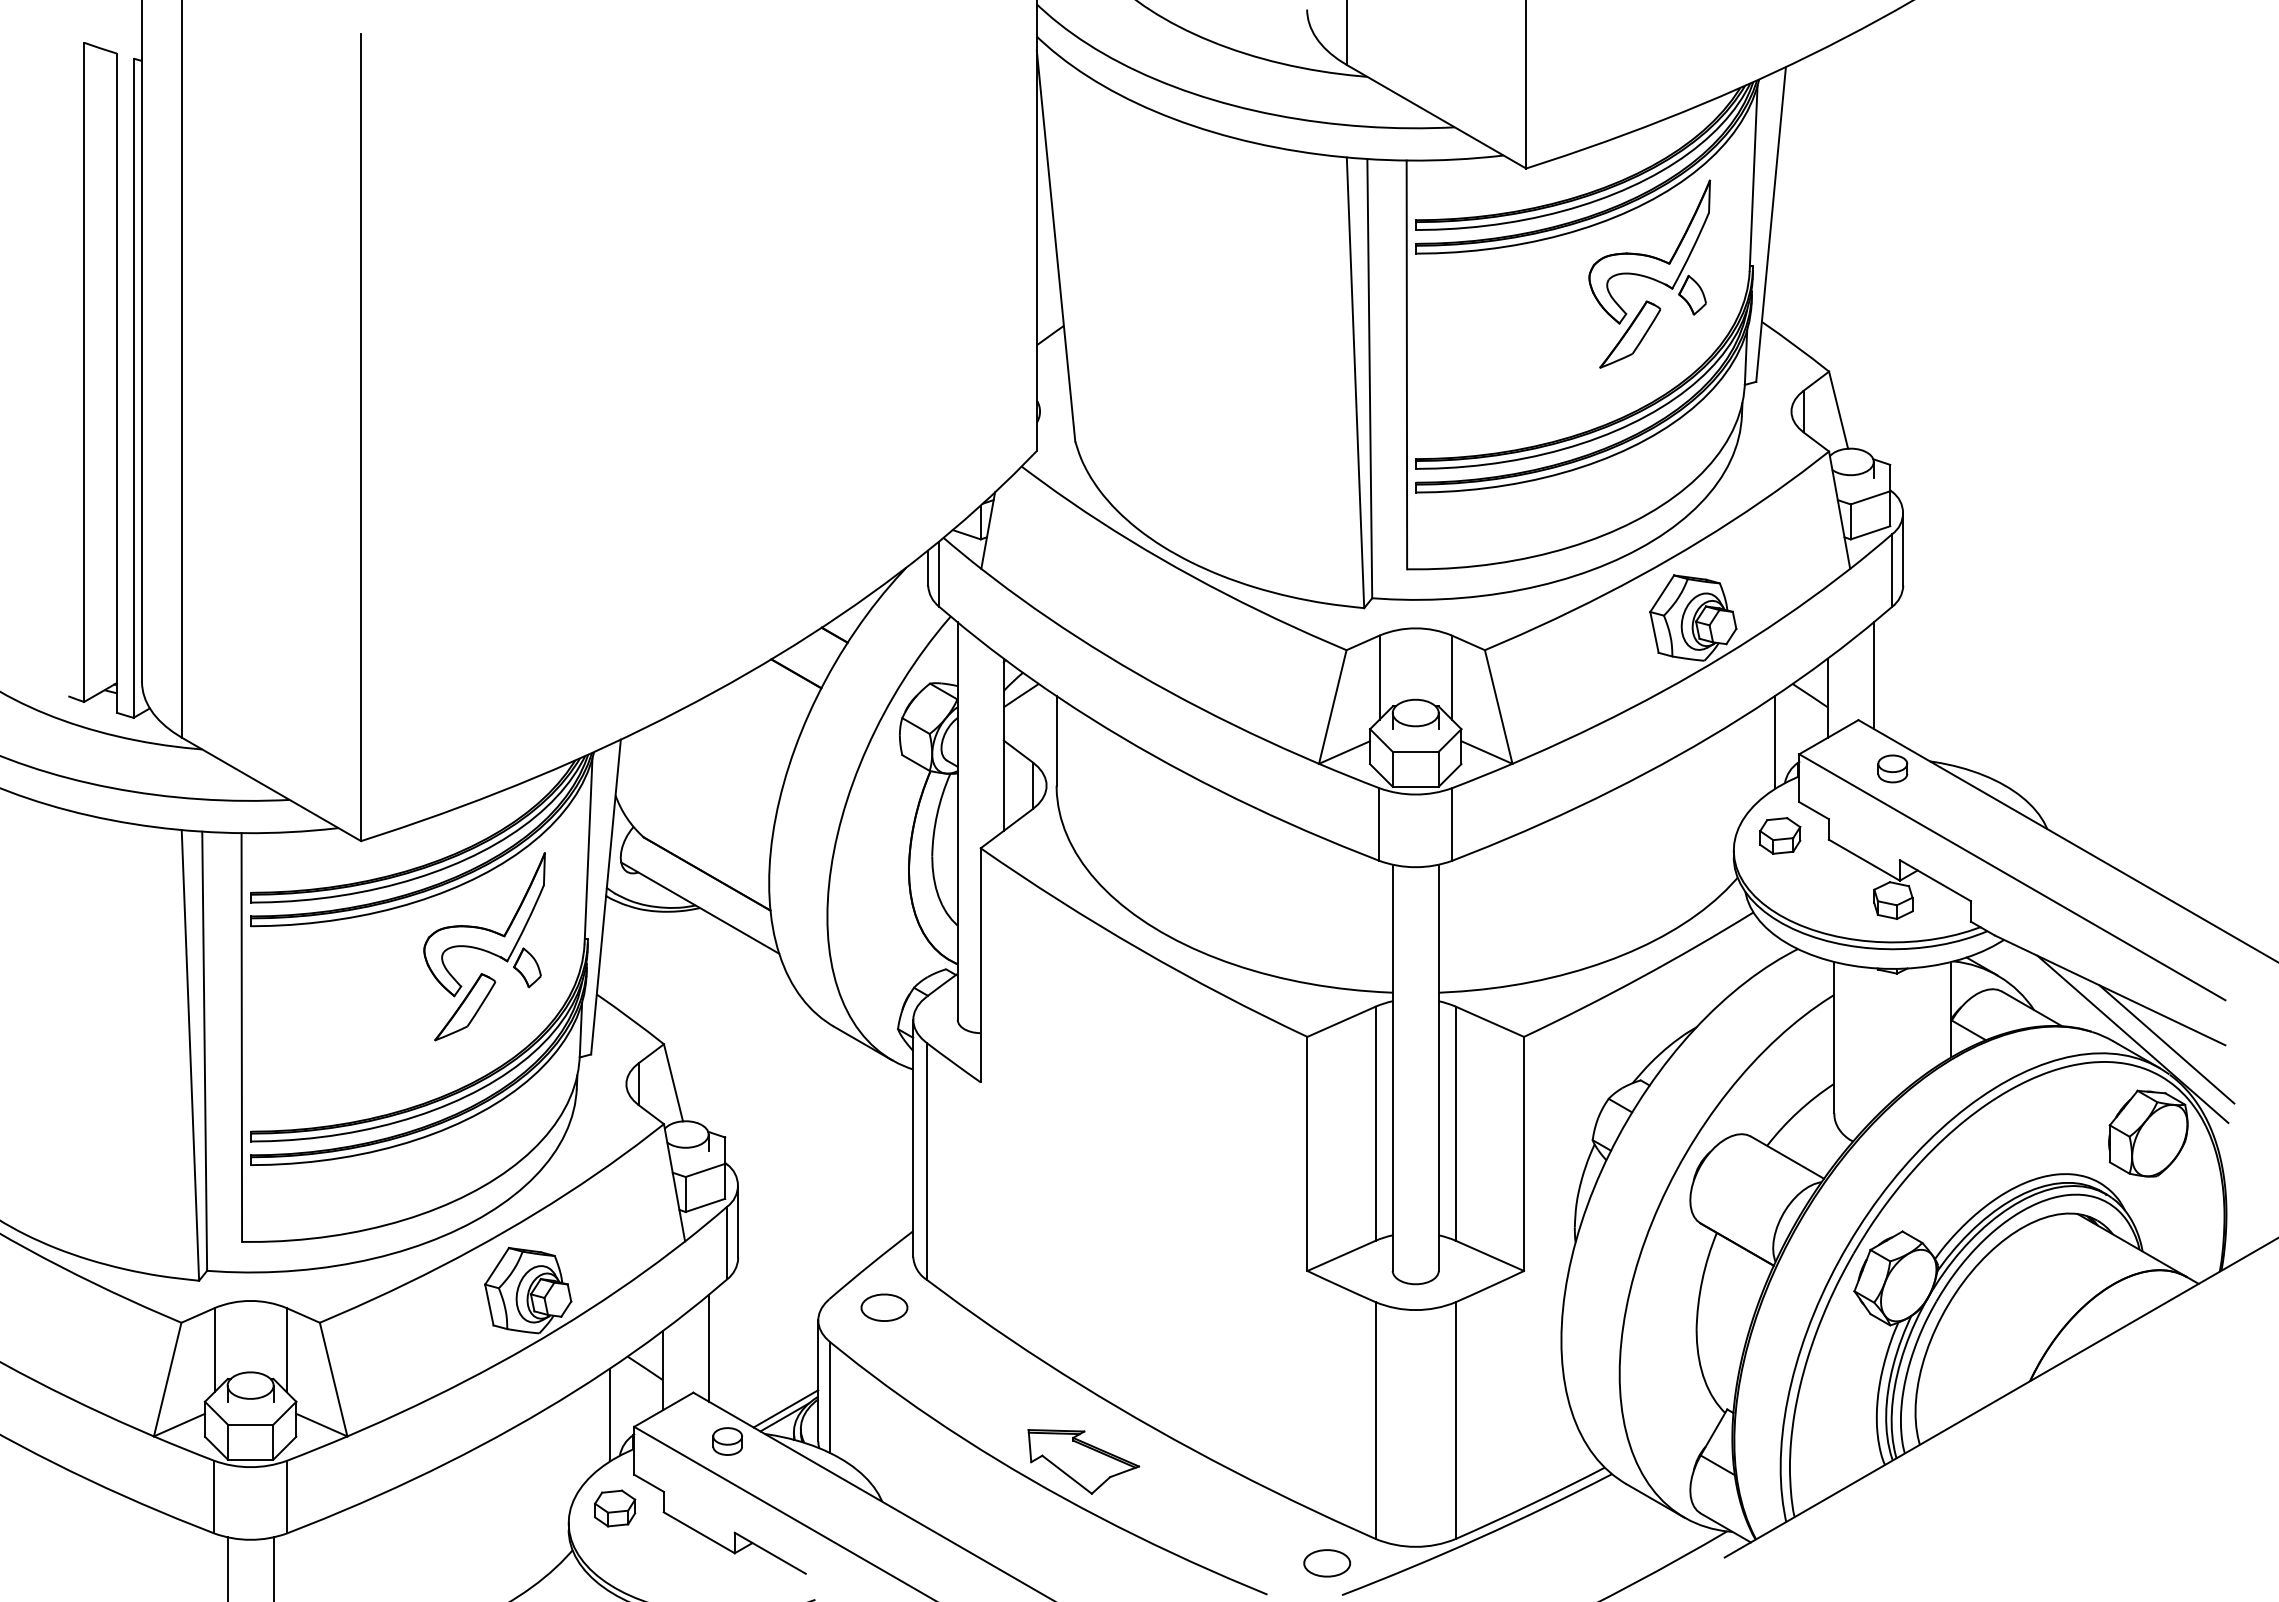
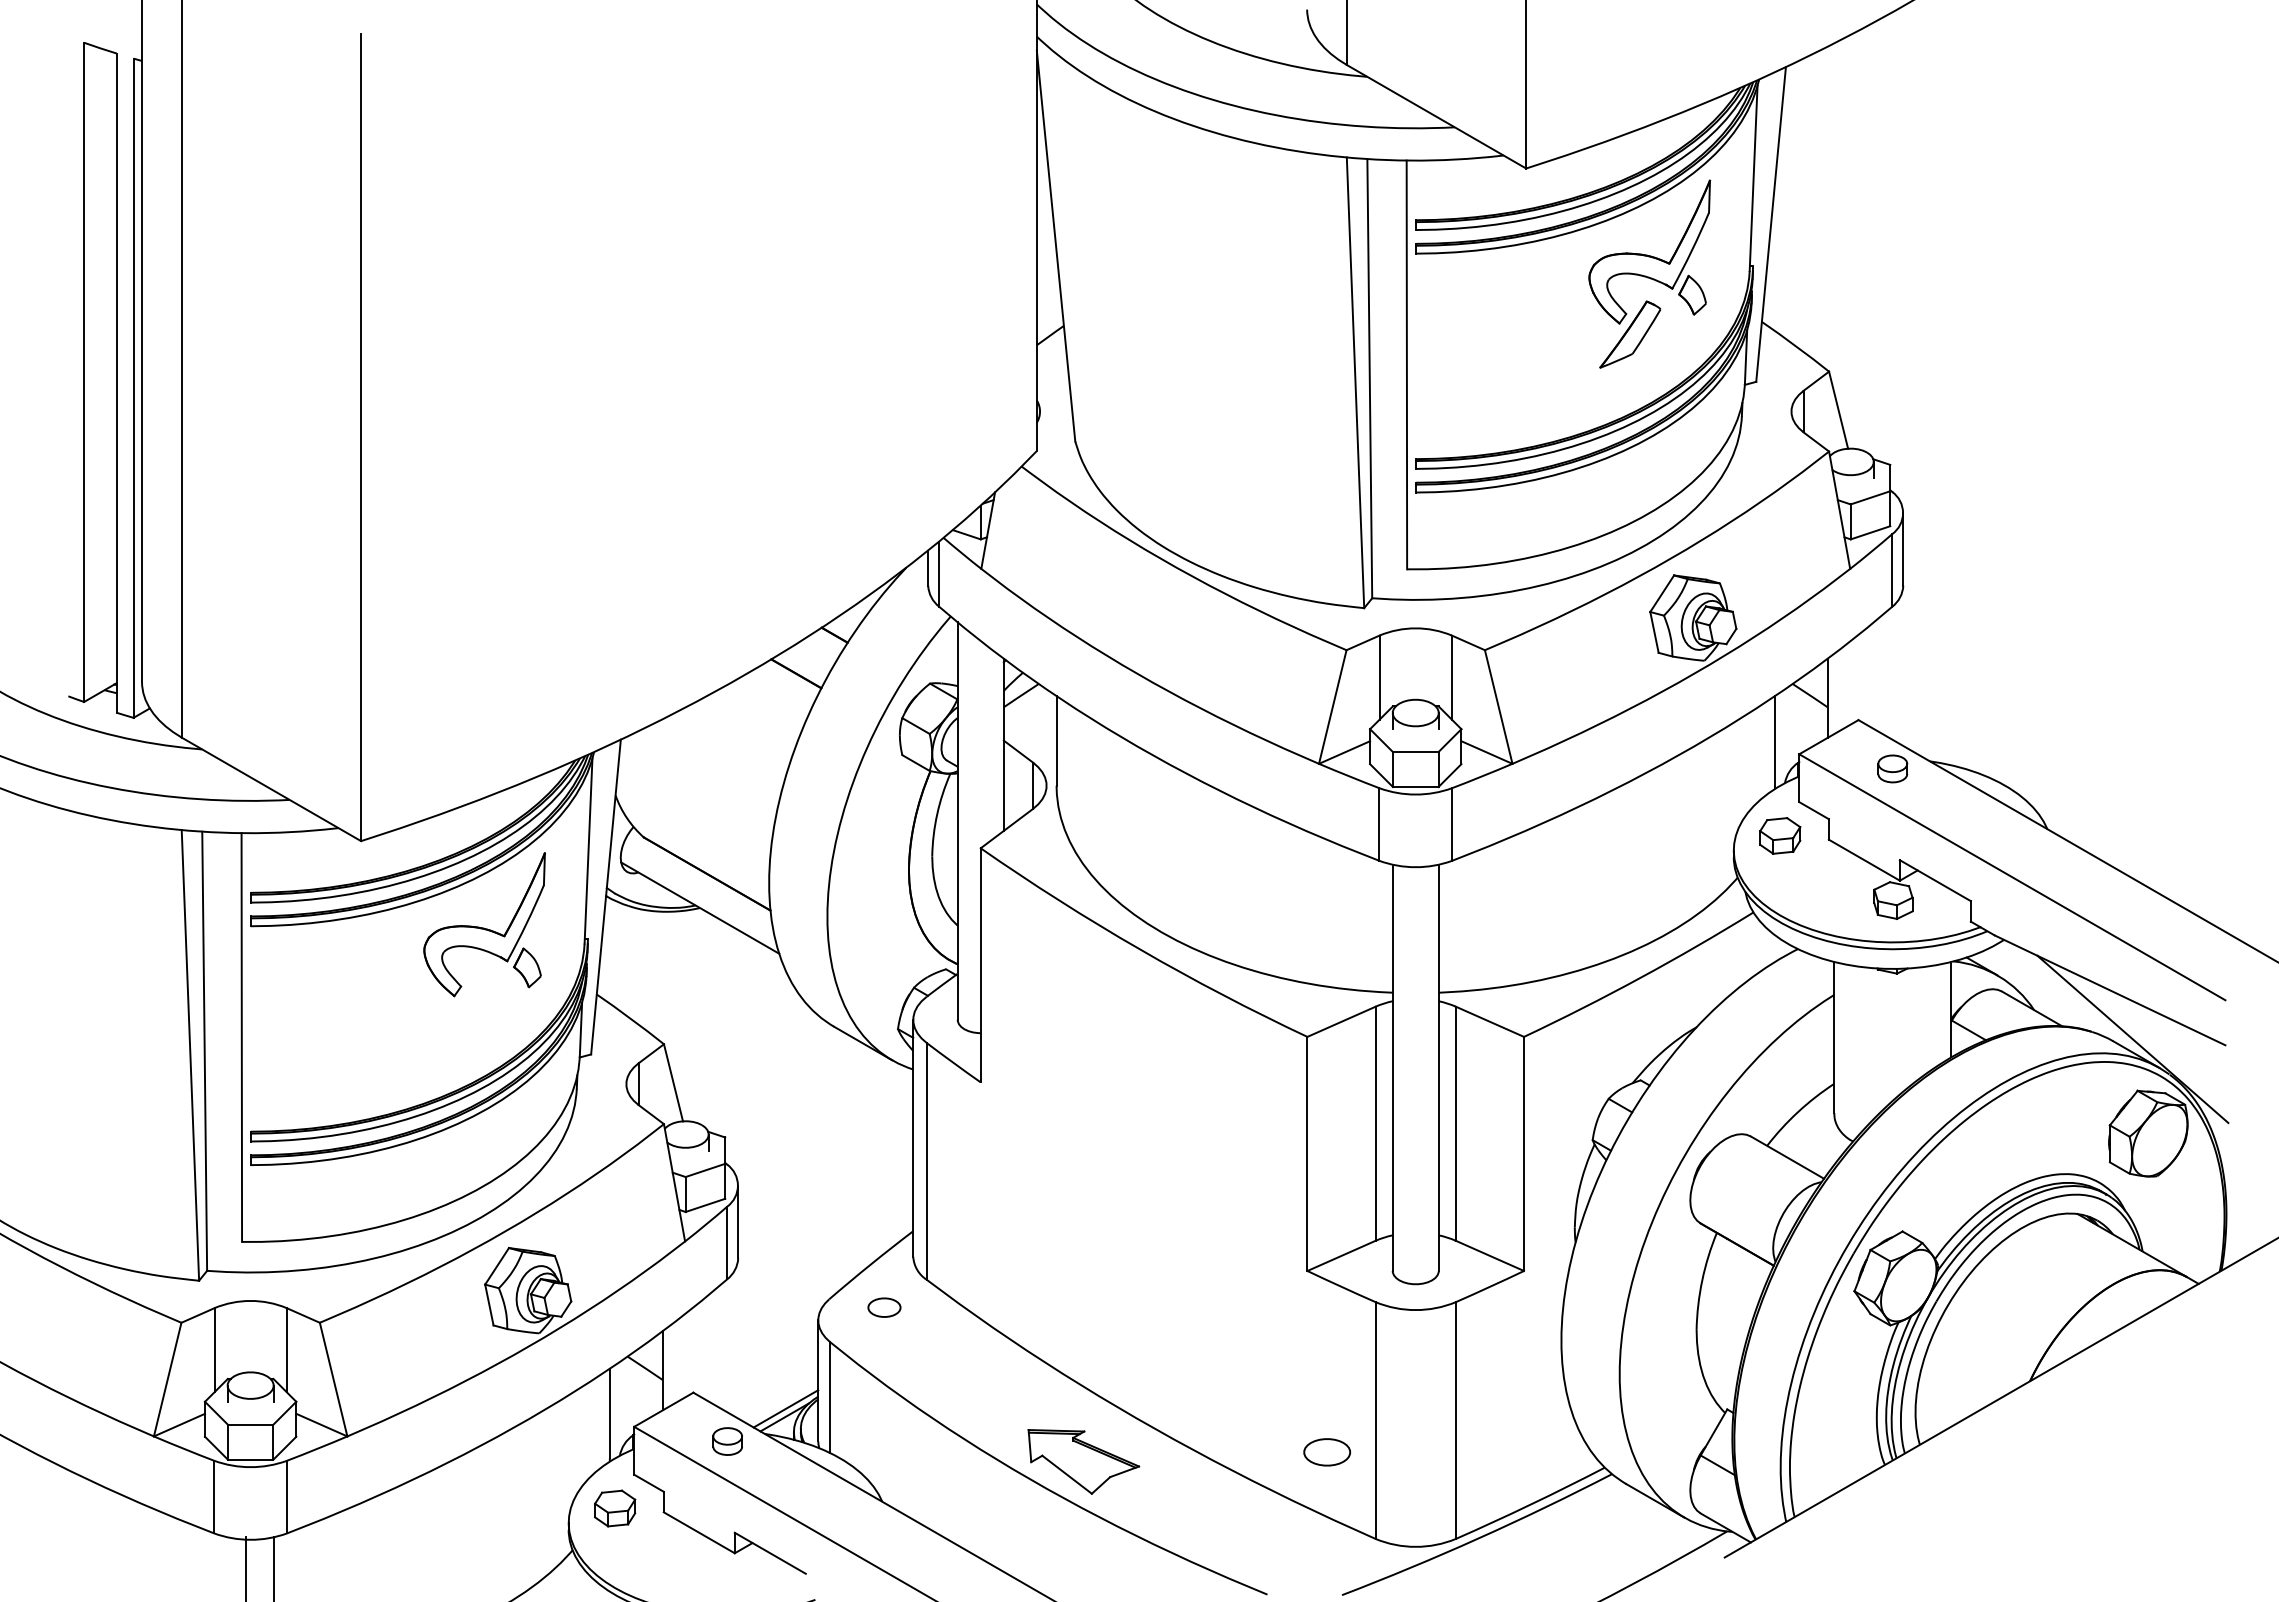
line at (1873, 675): present -> none
part at (465, 1007): present -> none
line at (2166, 1044): present -> none
part at (884, 1307) size: 49x29 px -> 35x21 px
line at (708, 1348): present -> none
part at (1326, 1563) position: (1326, 1563) -> (1326, 1452)
line at (227, 1567) position: (227, 1567) -> (245, 1567)
